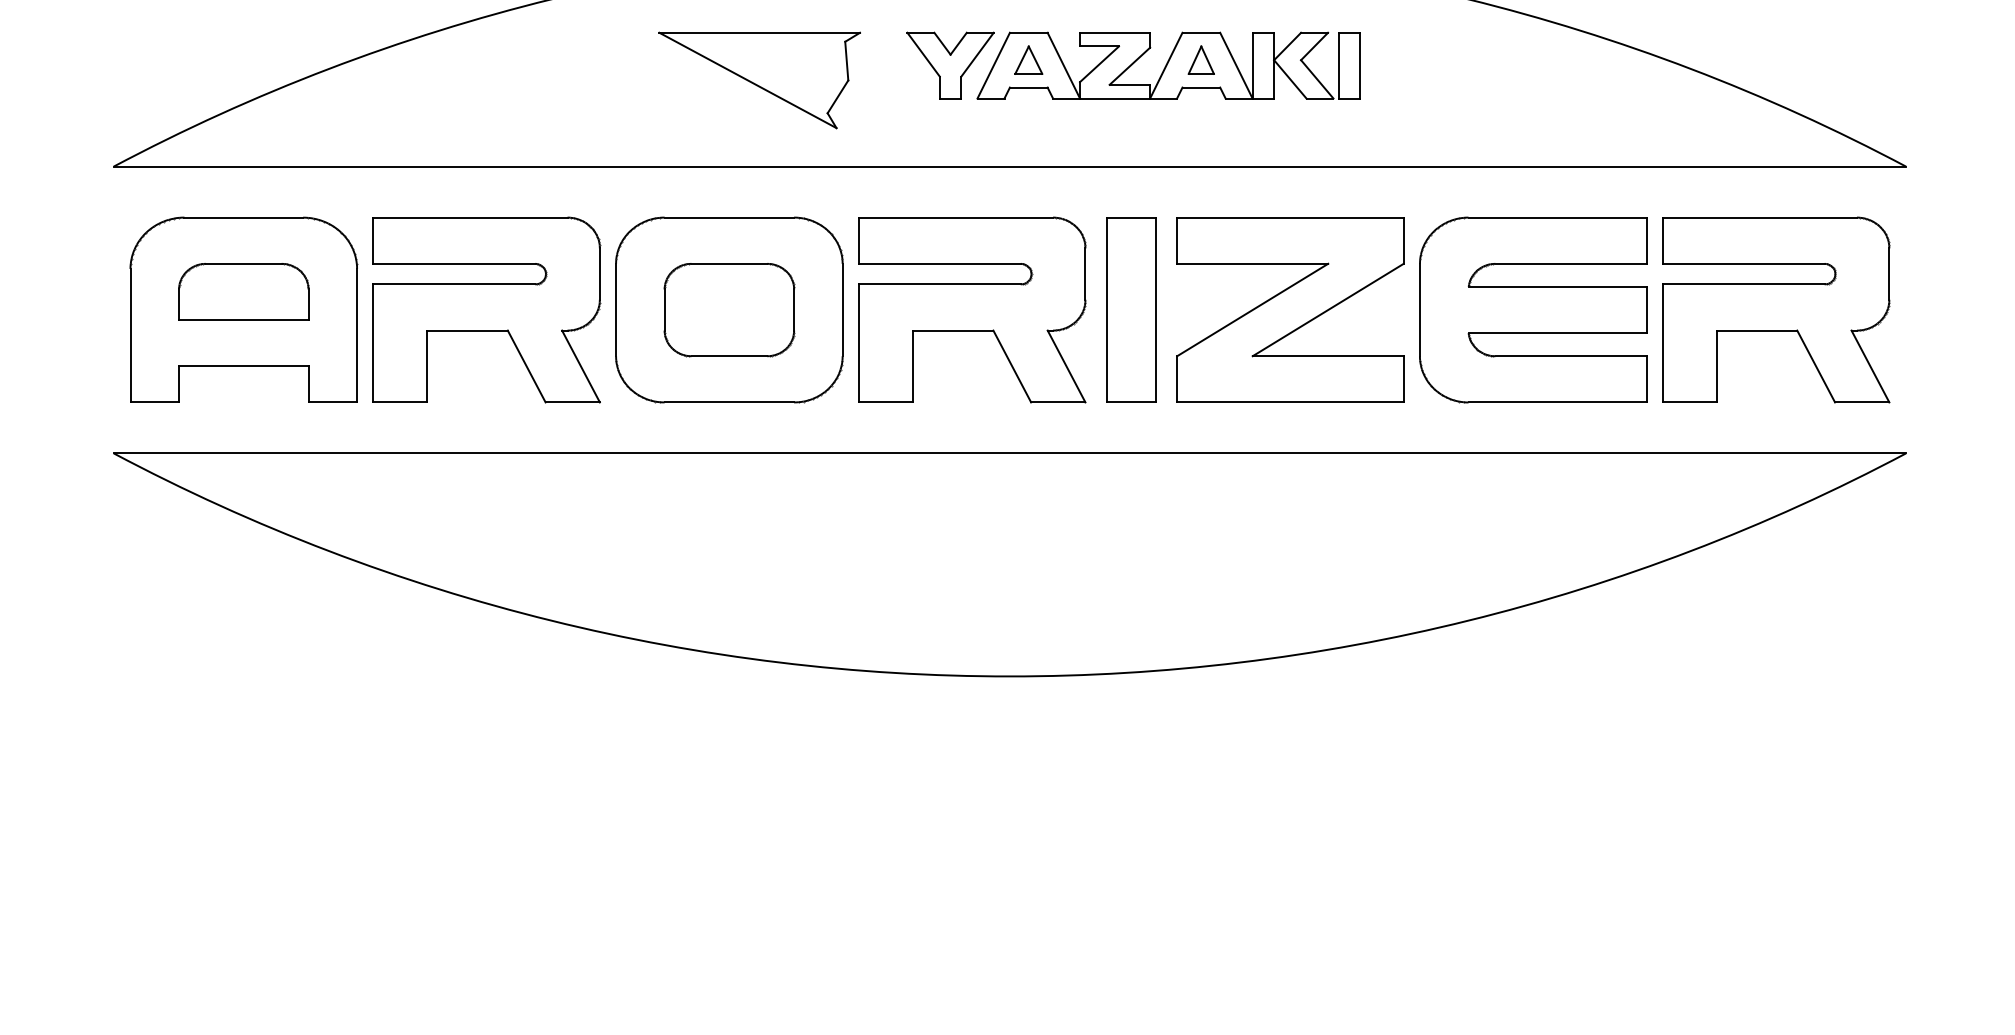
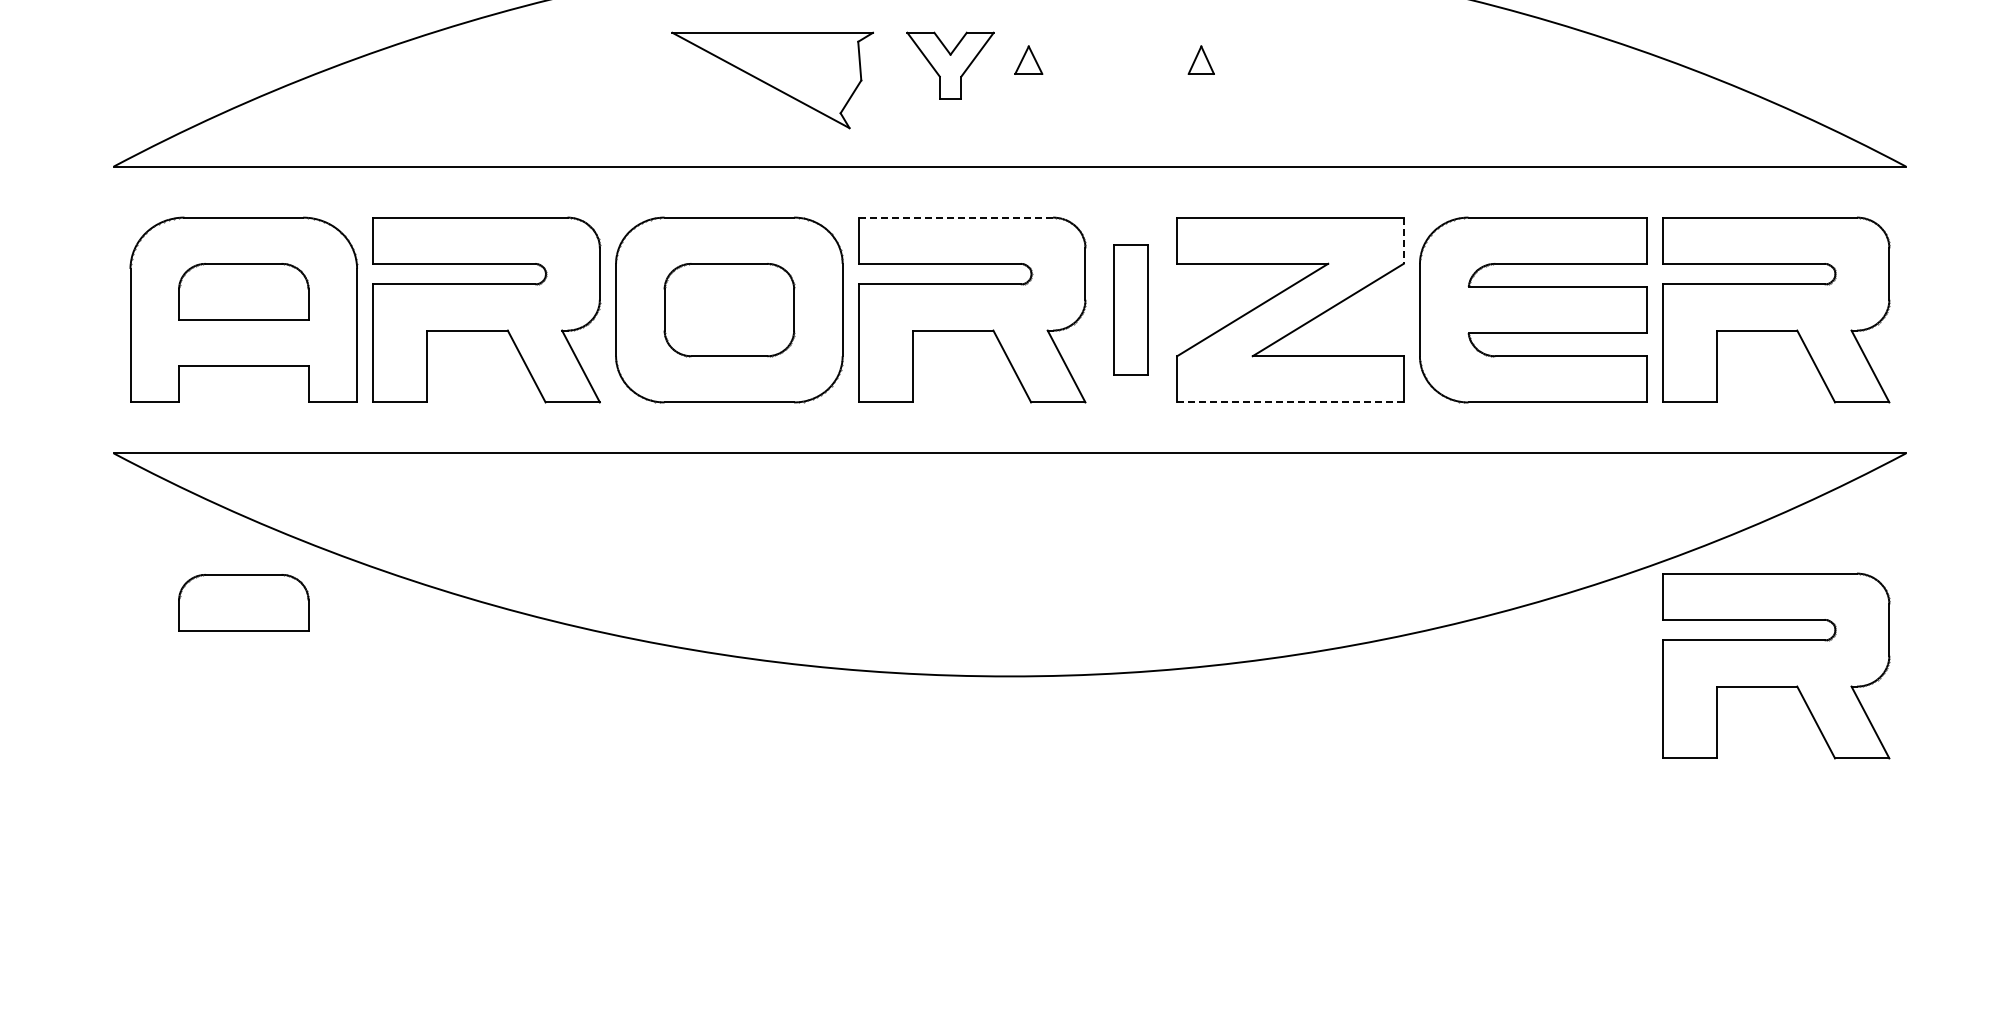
part at (1168, 65): present -> none
part at (759, 80) position: (759, 80) -> (772, 80)
line at (956, 217): solid -> dashed
line at (1403, 241): solid -> dashed
part at (1131, 309) size: 51x186 px -> 36x132 px
line at (1290, 402): solid -> dashed
part at (243, 602): none -> present
part at (1776, 665): none -> present
